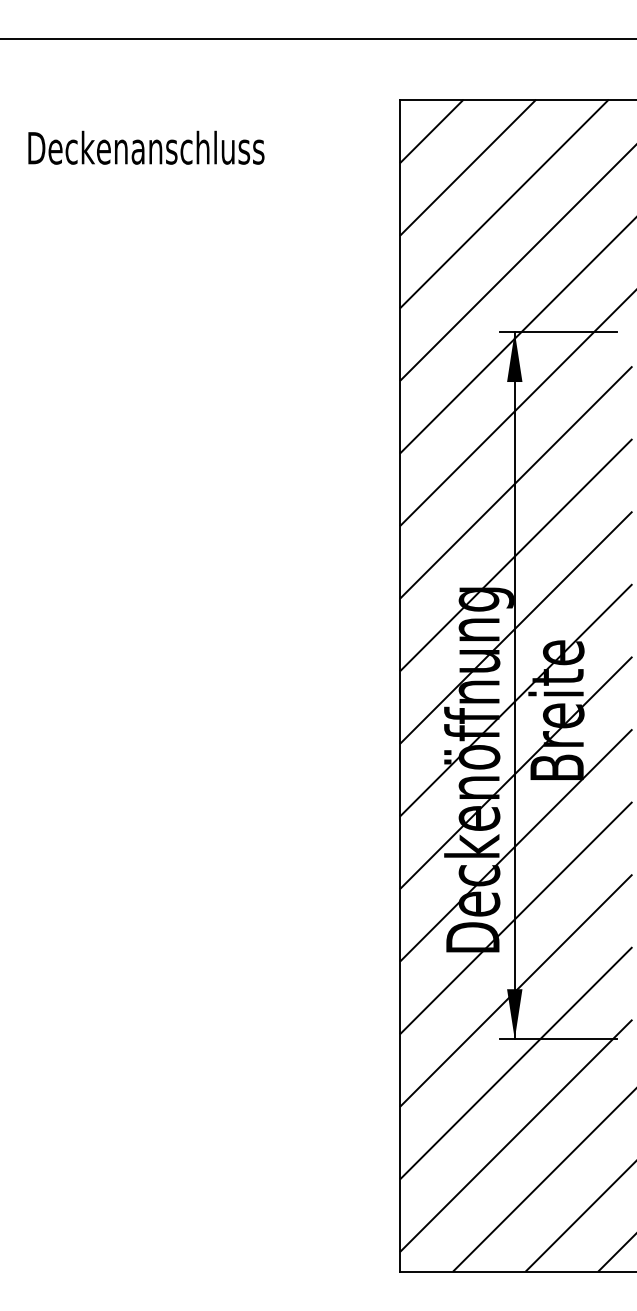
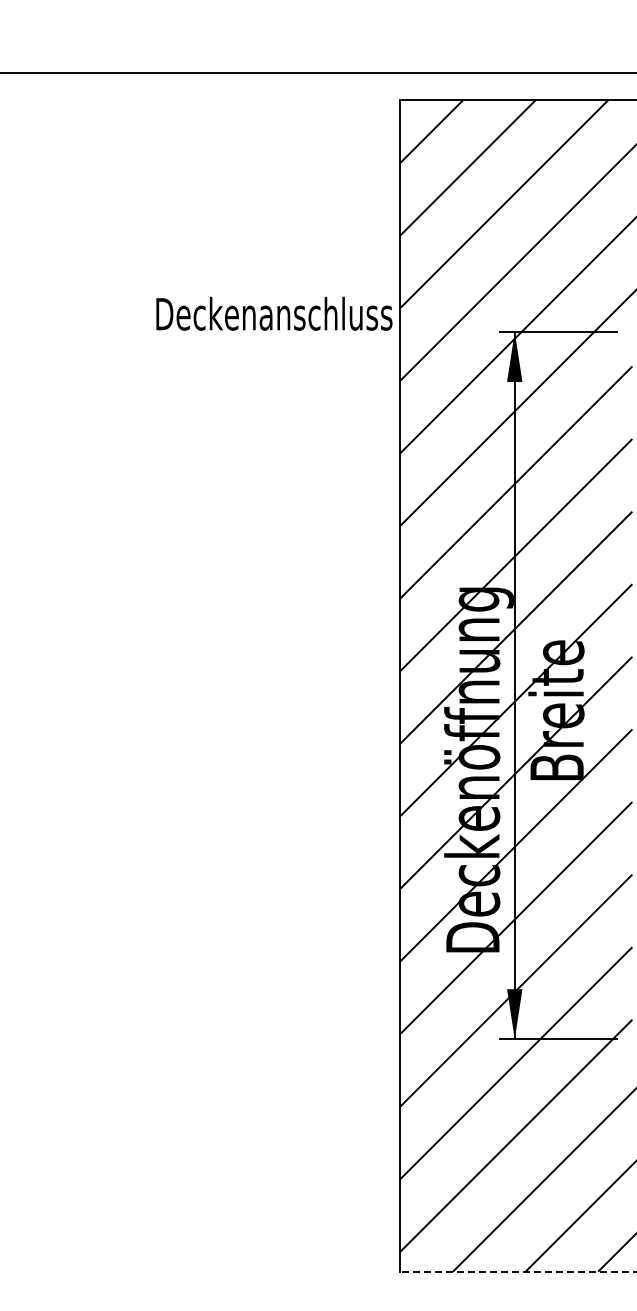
line at (317, 39) position: (317, 39) -> (317, 73)
text at (146, 147) position: (146, 147) -> (274, 313)
line at (517, 1271): solid -> dashed
